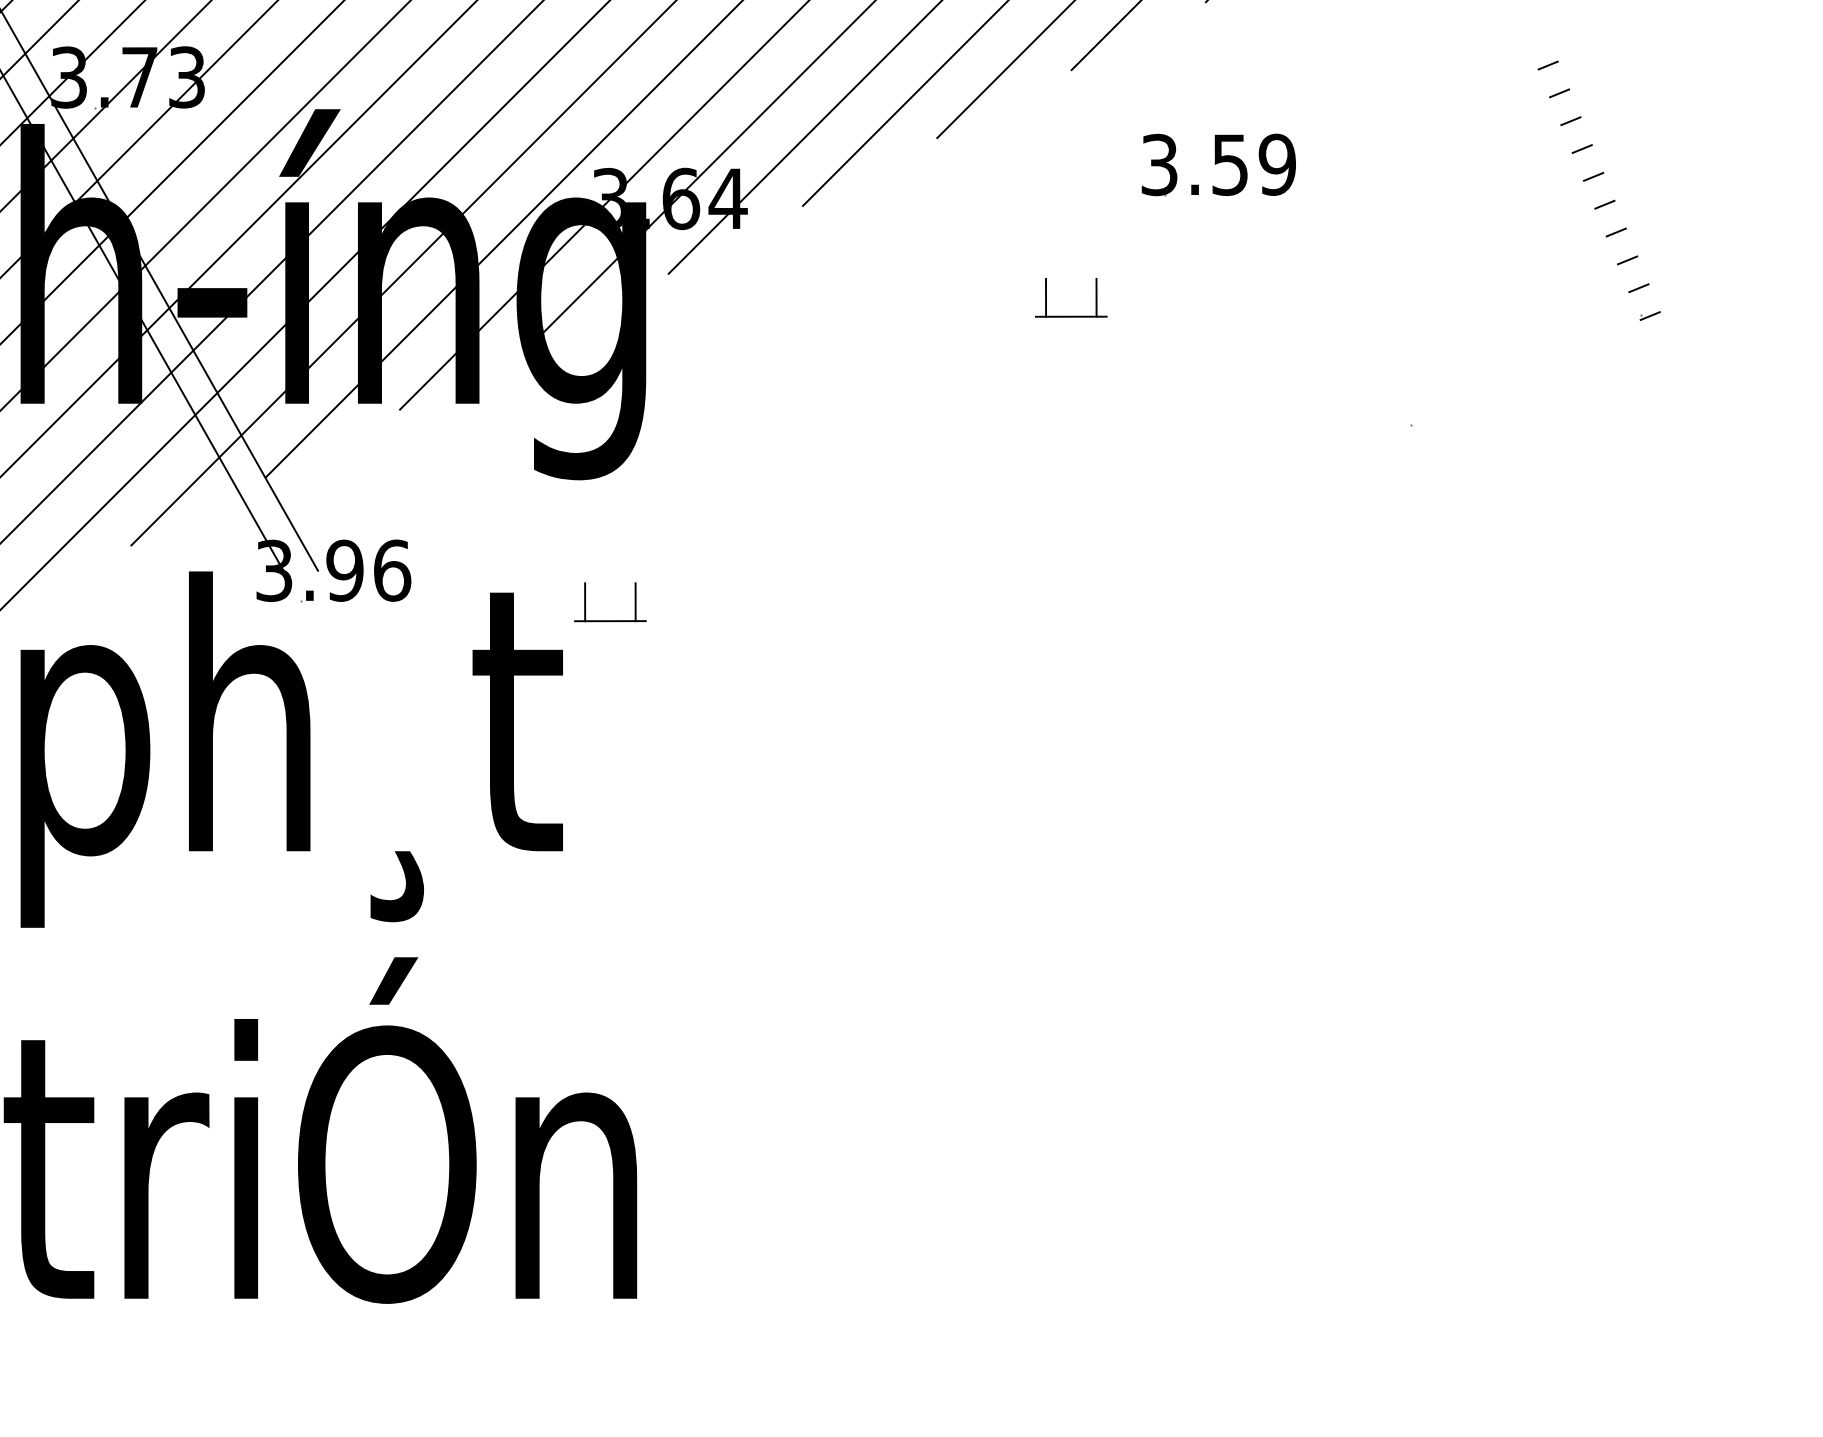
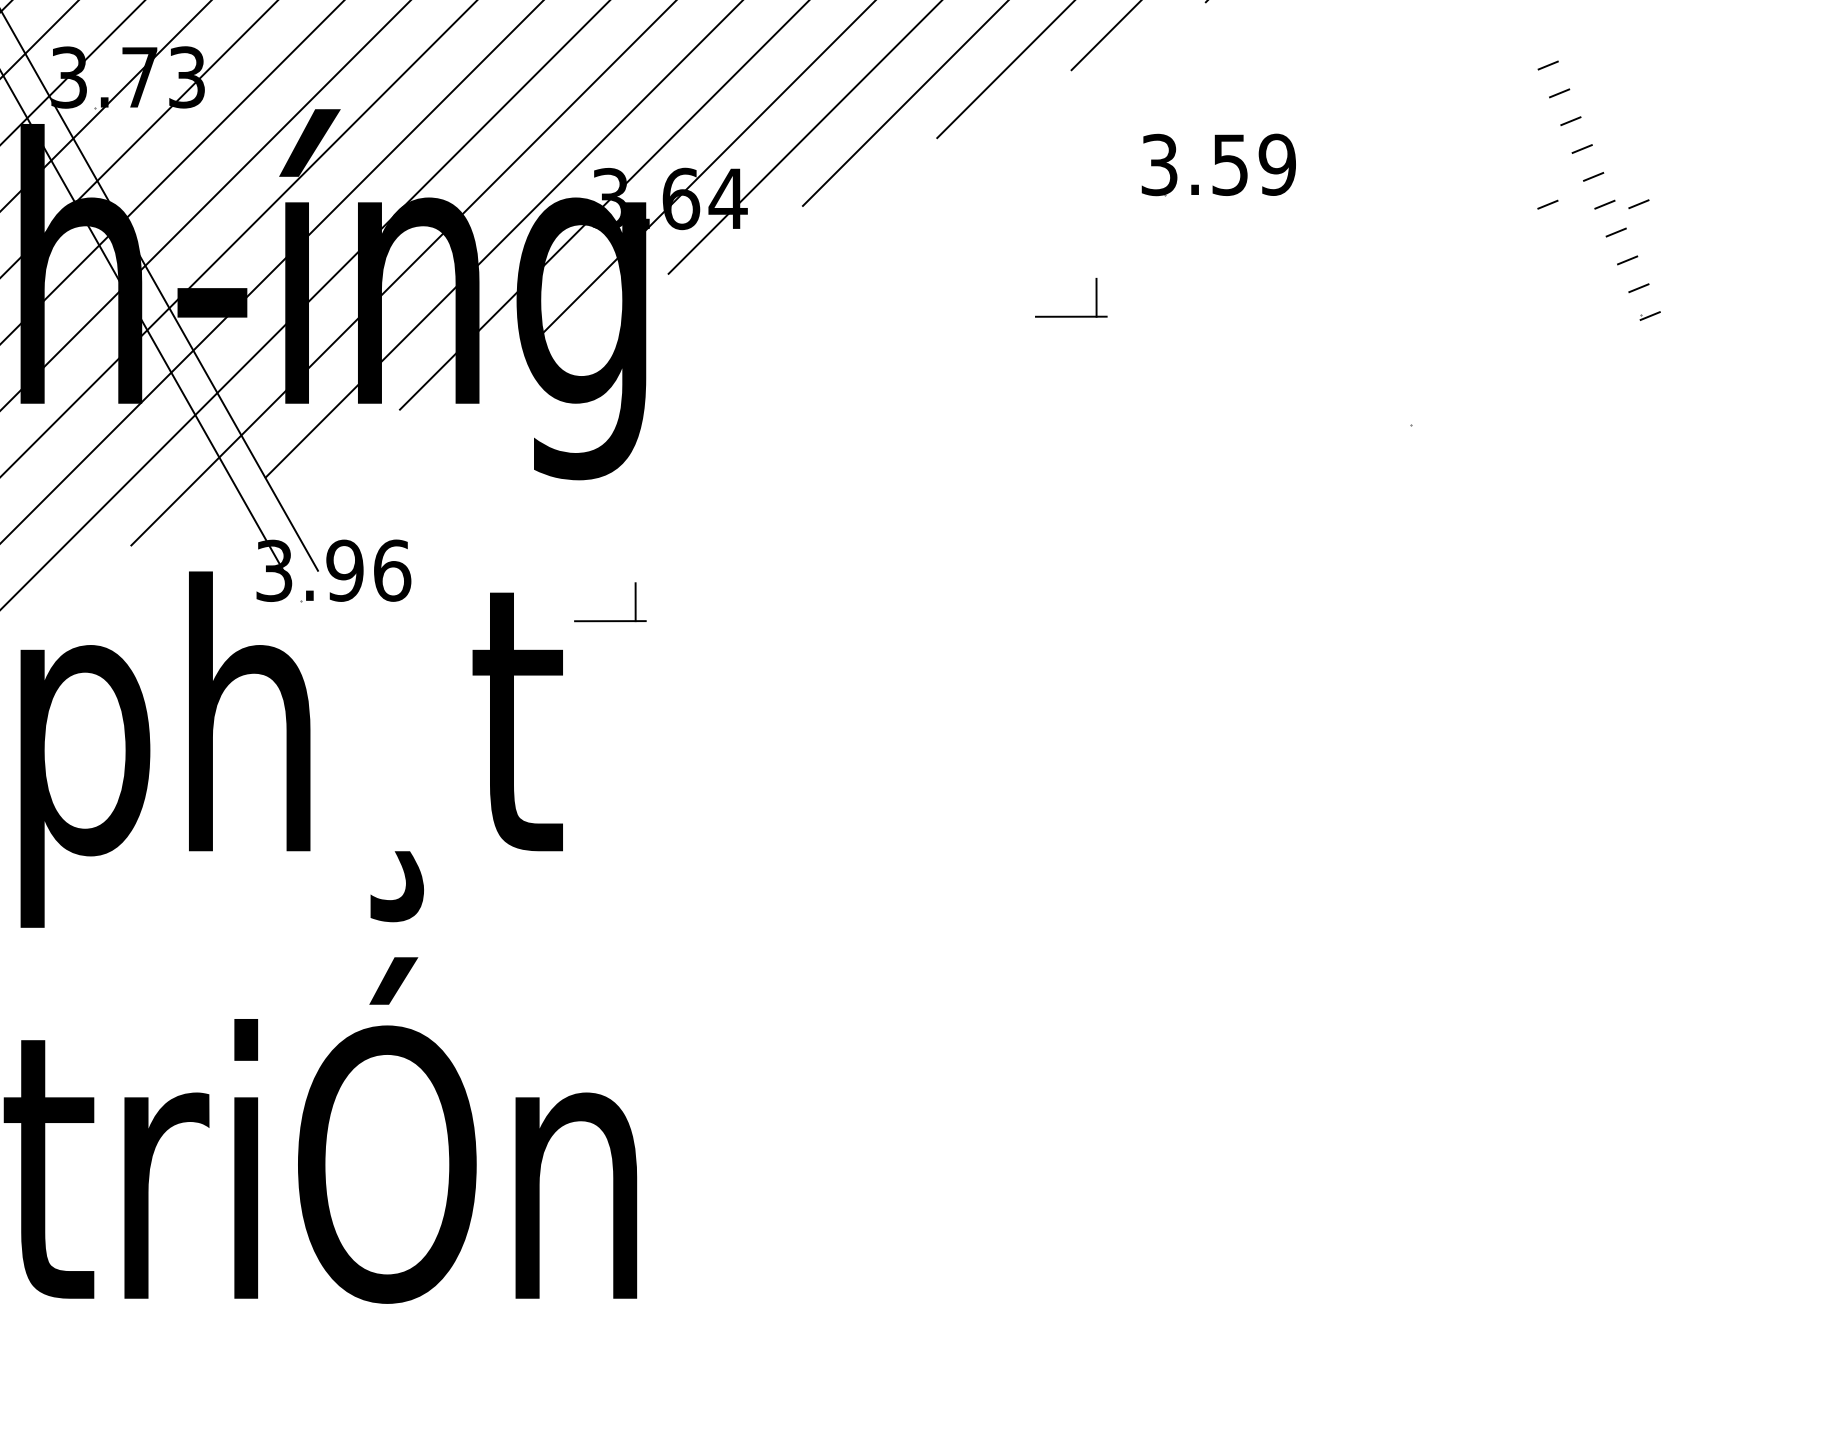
line at (1547, 204): none -> present
line at (1638, 204): none -> present
line at (1046, 297): present -> none
line at (585, 602): present -> none
